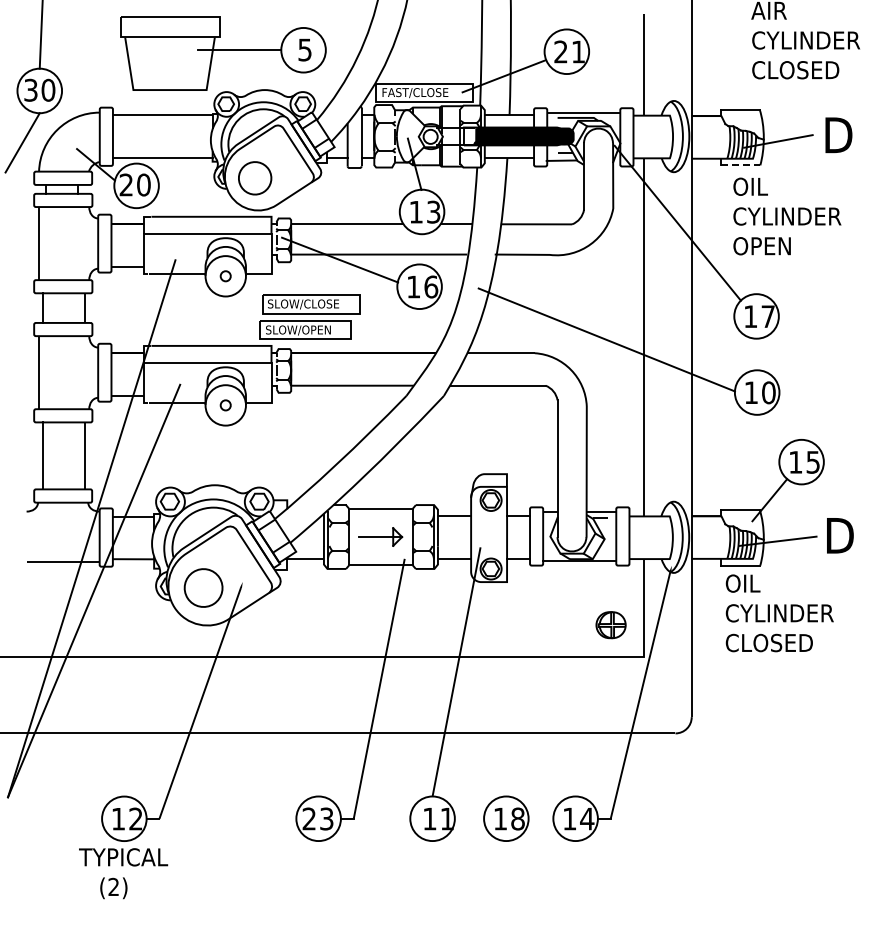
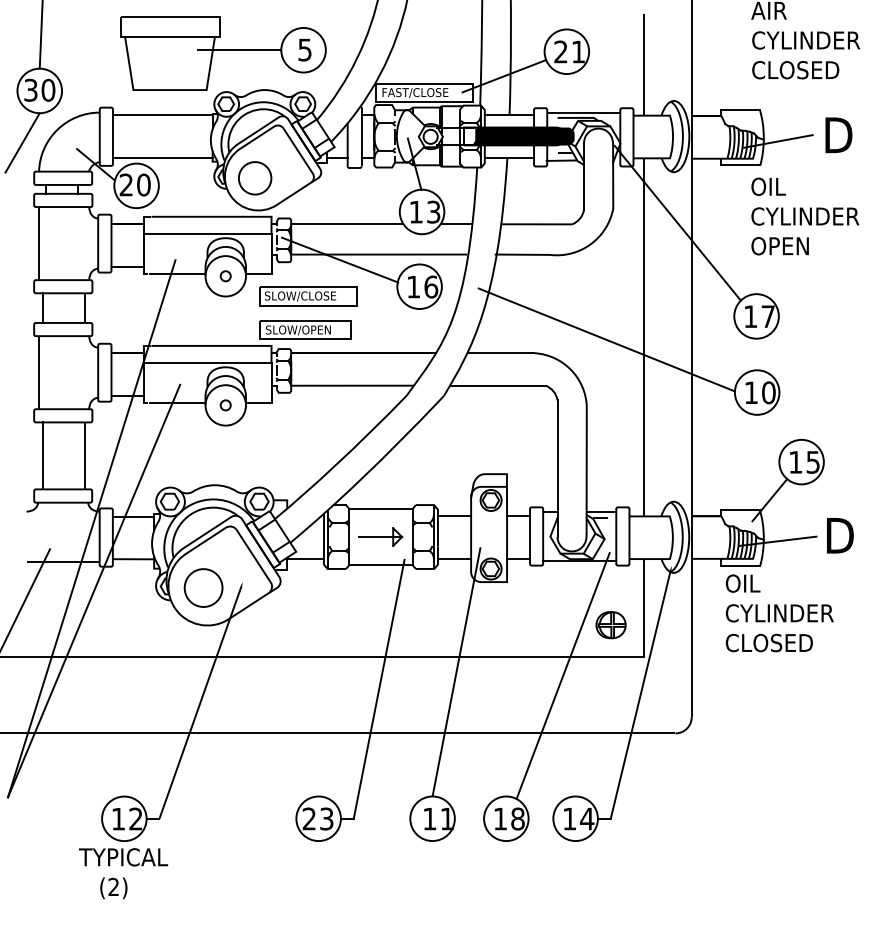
line at (741, 165): dashed -> solid
text at (787, 216) position: (787, 216) -> (805, 216)
part at (311, 304) position: (311, 304) -> (308, 296)
line at (26, 598): none -> present
line at (562, 676): none -> present
